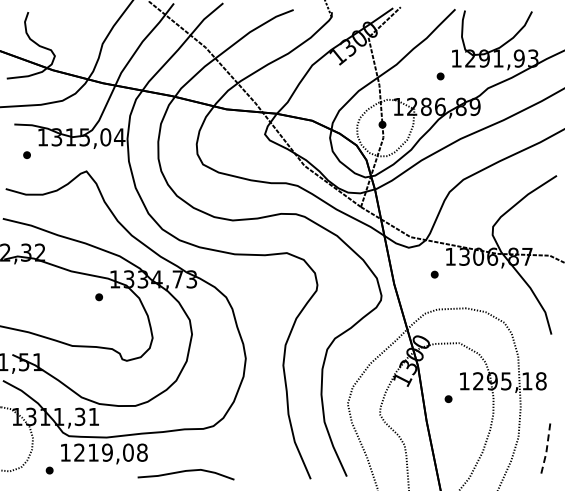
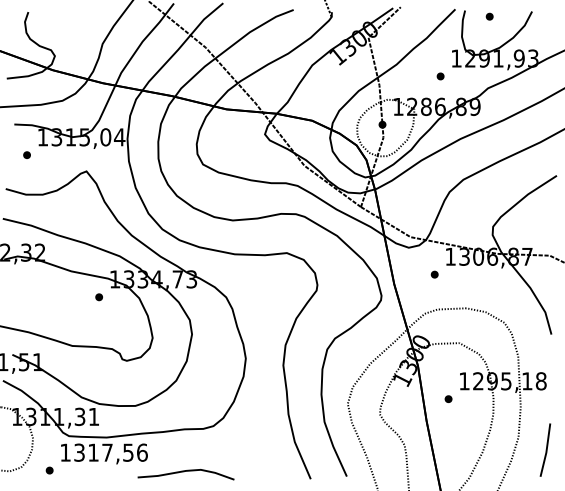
part at (489, 16): none -> present
line at (546, 450): dashed -> solid
text at (110, 452): 1219,08 -> 1317,56
